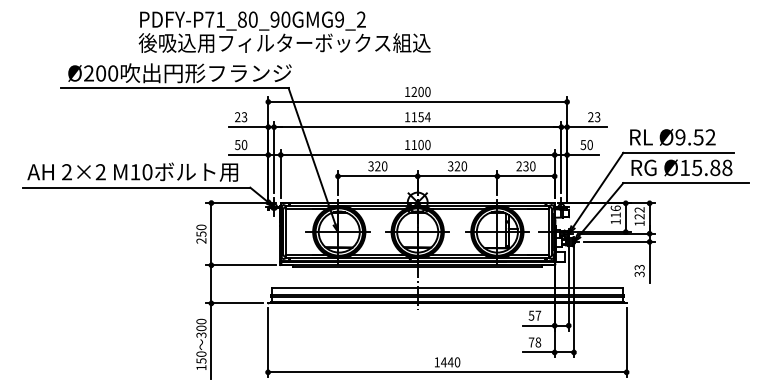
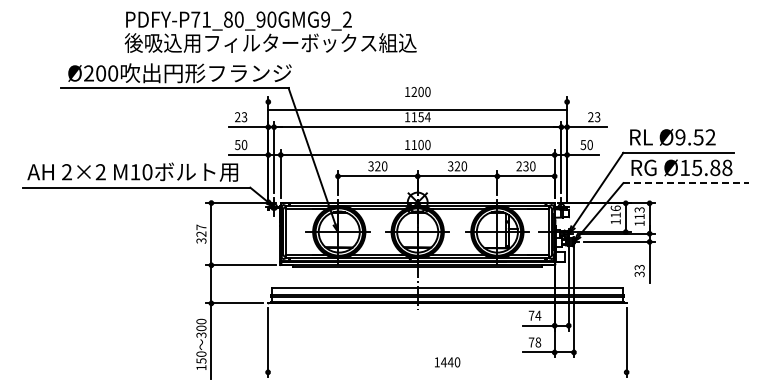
text at (284, 31) position: (284, 31) -> (270, 31)
line at (417, 101) position: (417, 101) -> (417, 109)
line at (686, 183): solid -> dashed
text at (639, 213): 122 -> 113
text at (201, 233): 250 -> 327
text at (534, 315): 57 -> 74
line at (447, 372): present -> none
